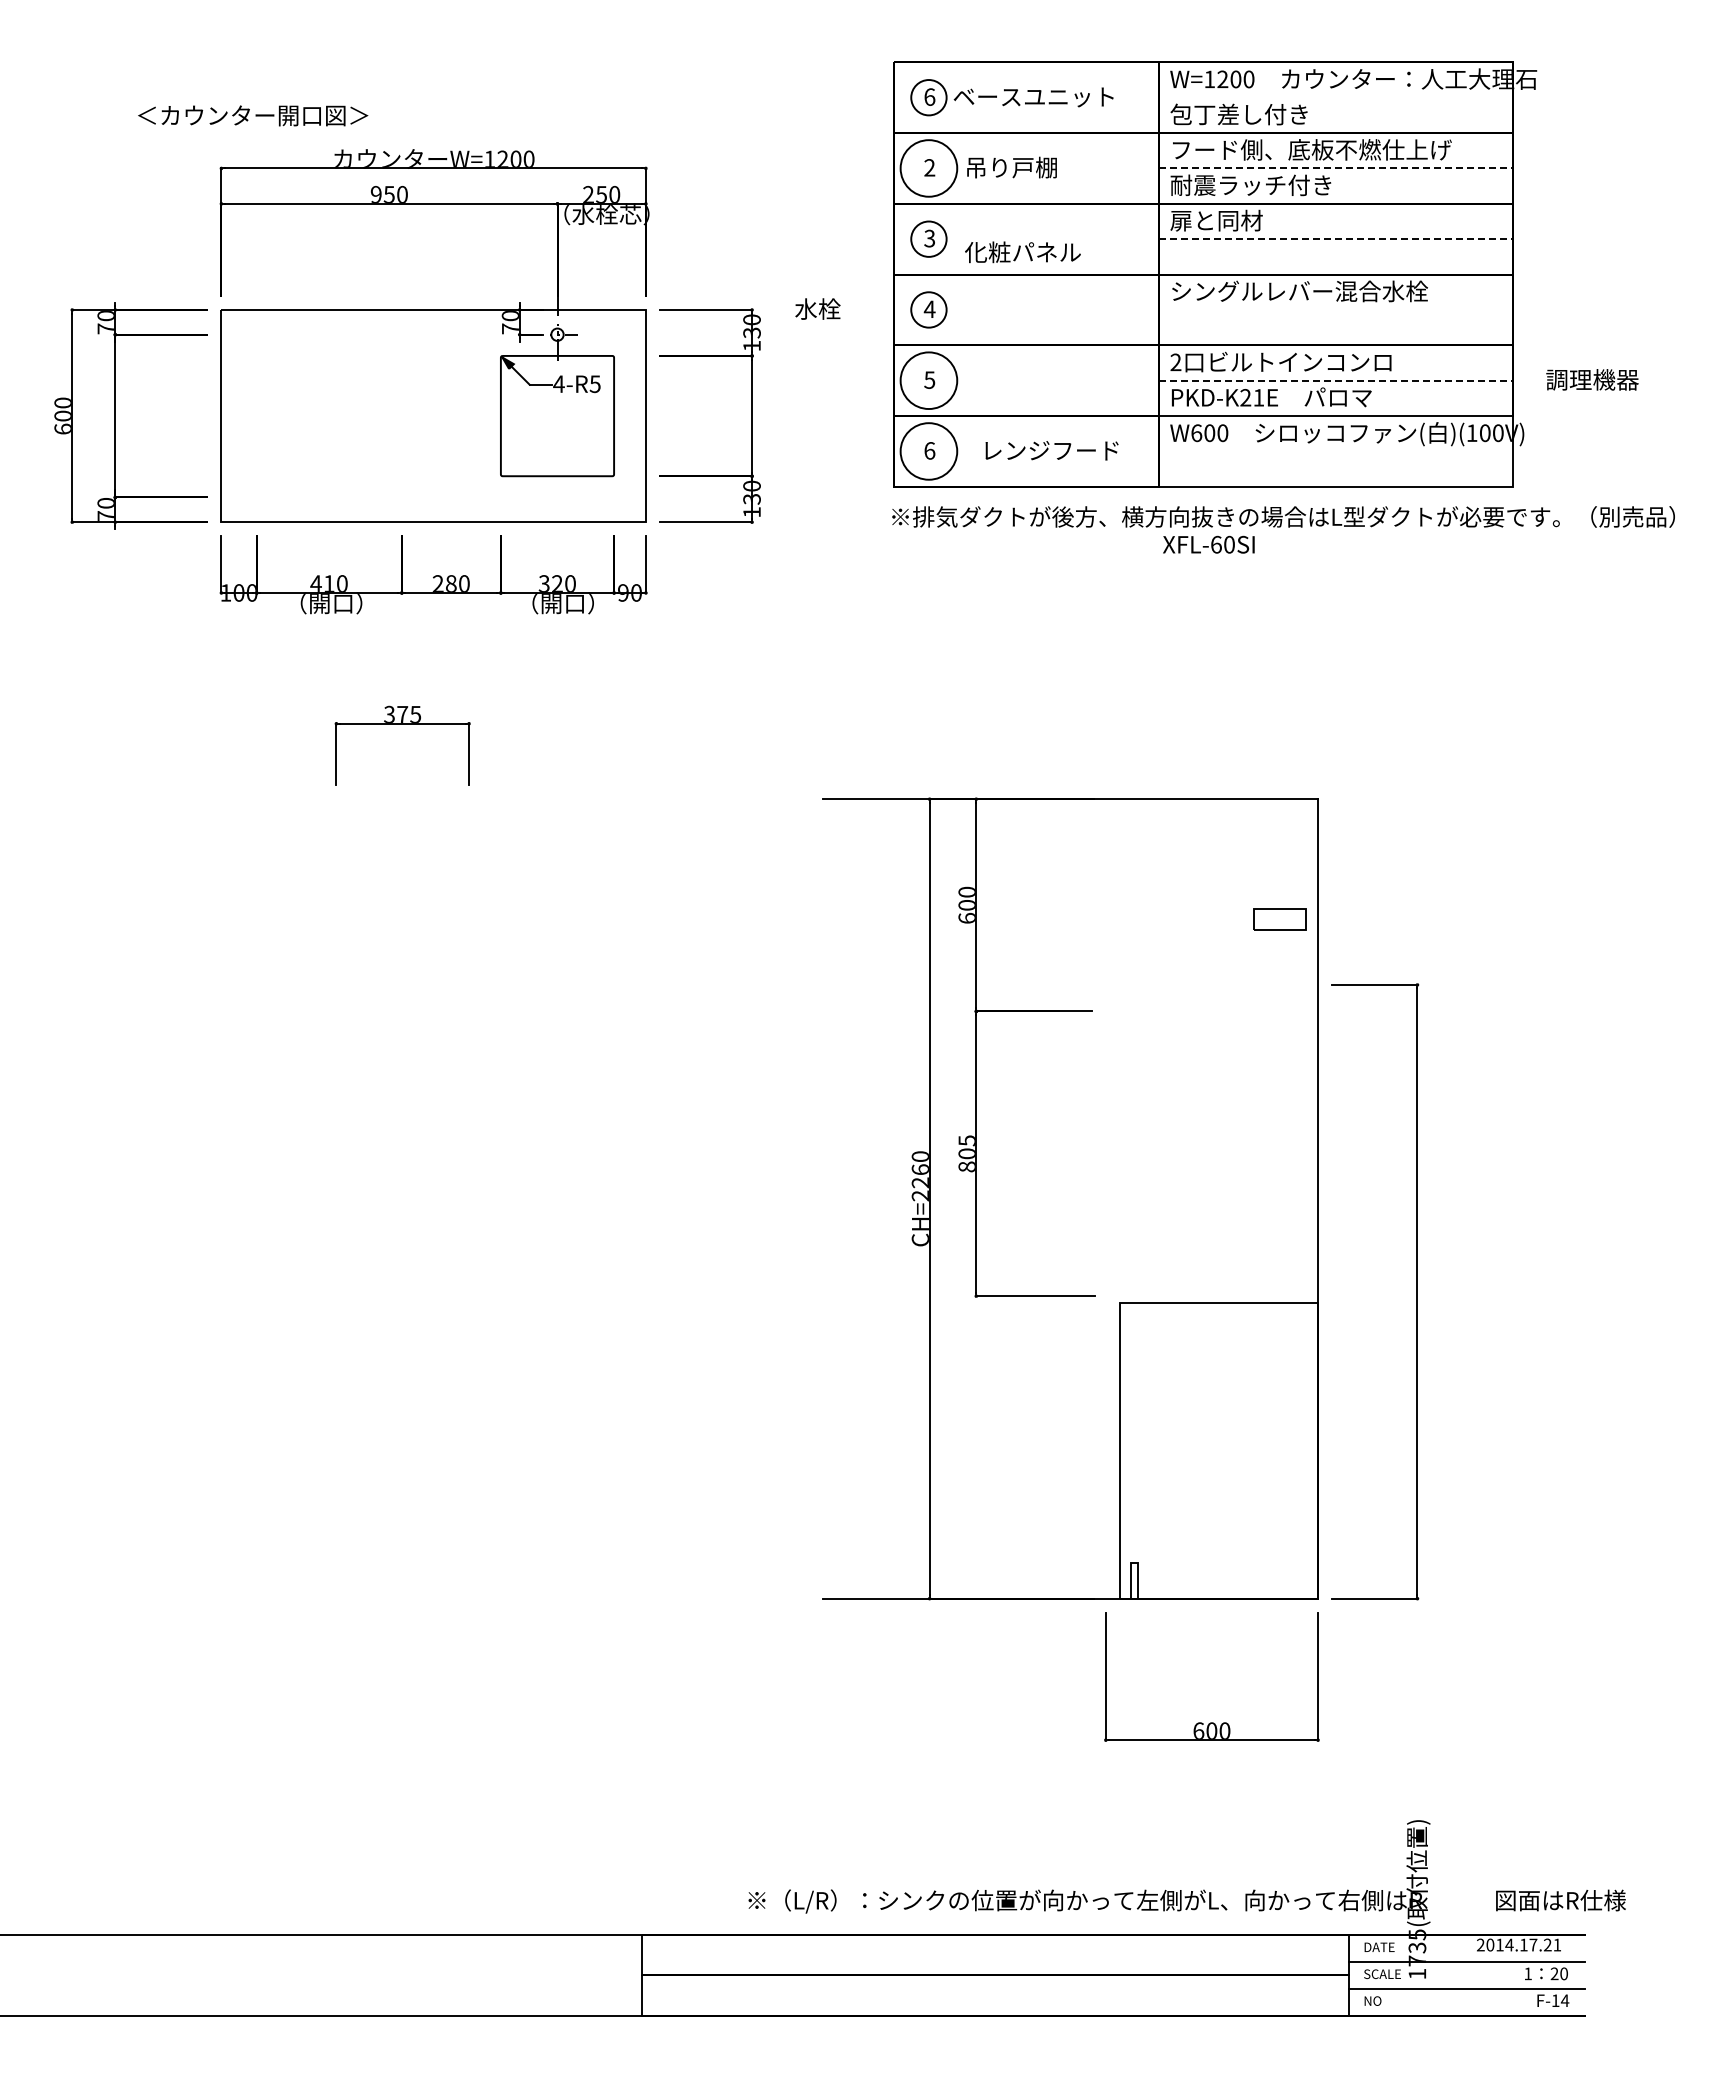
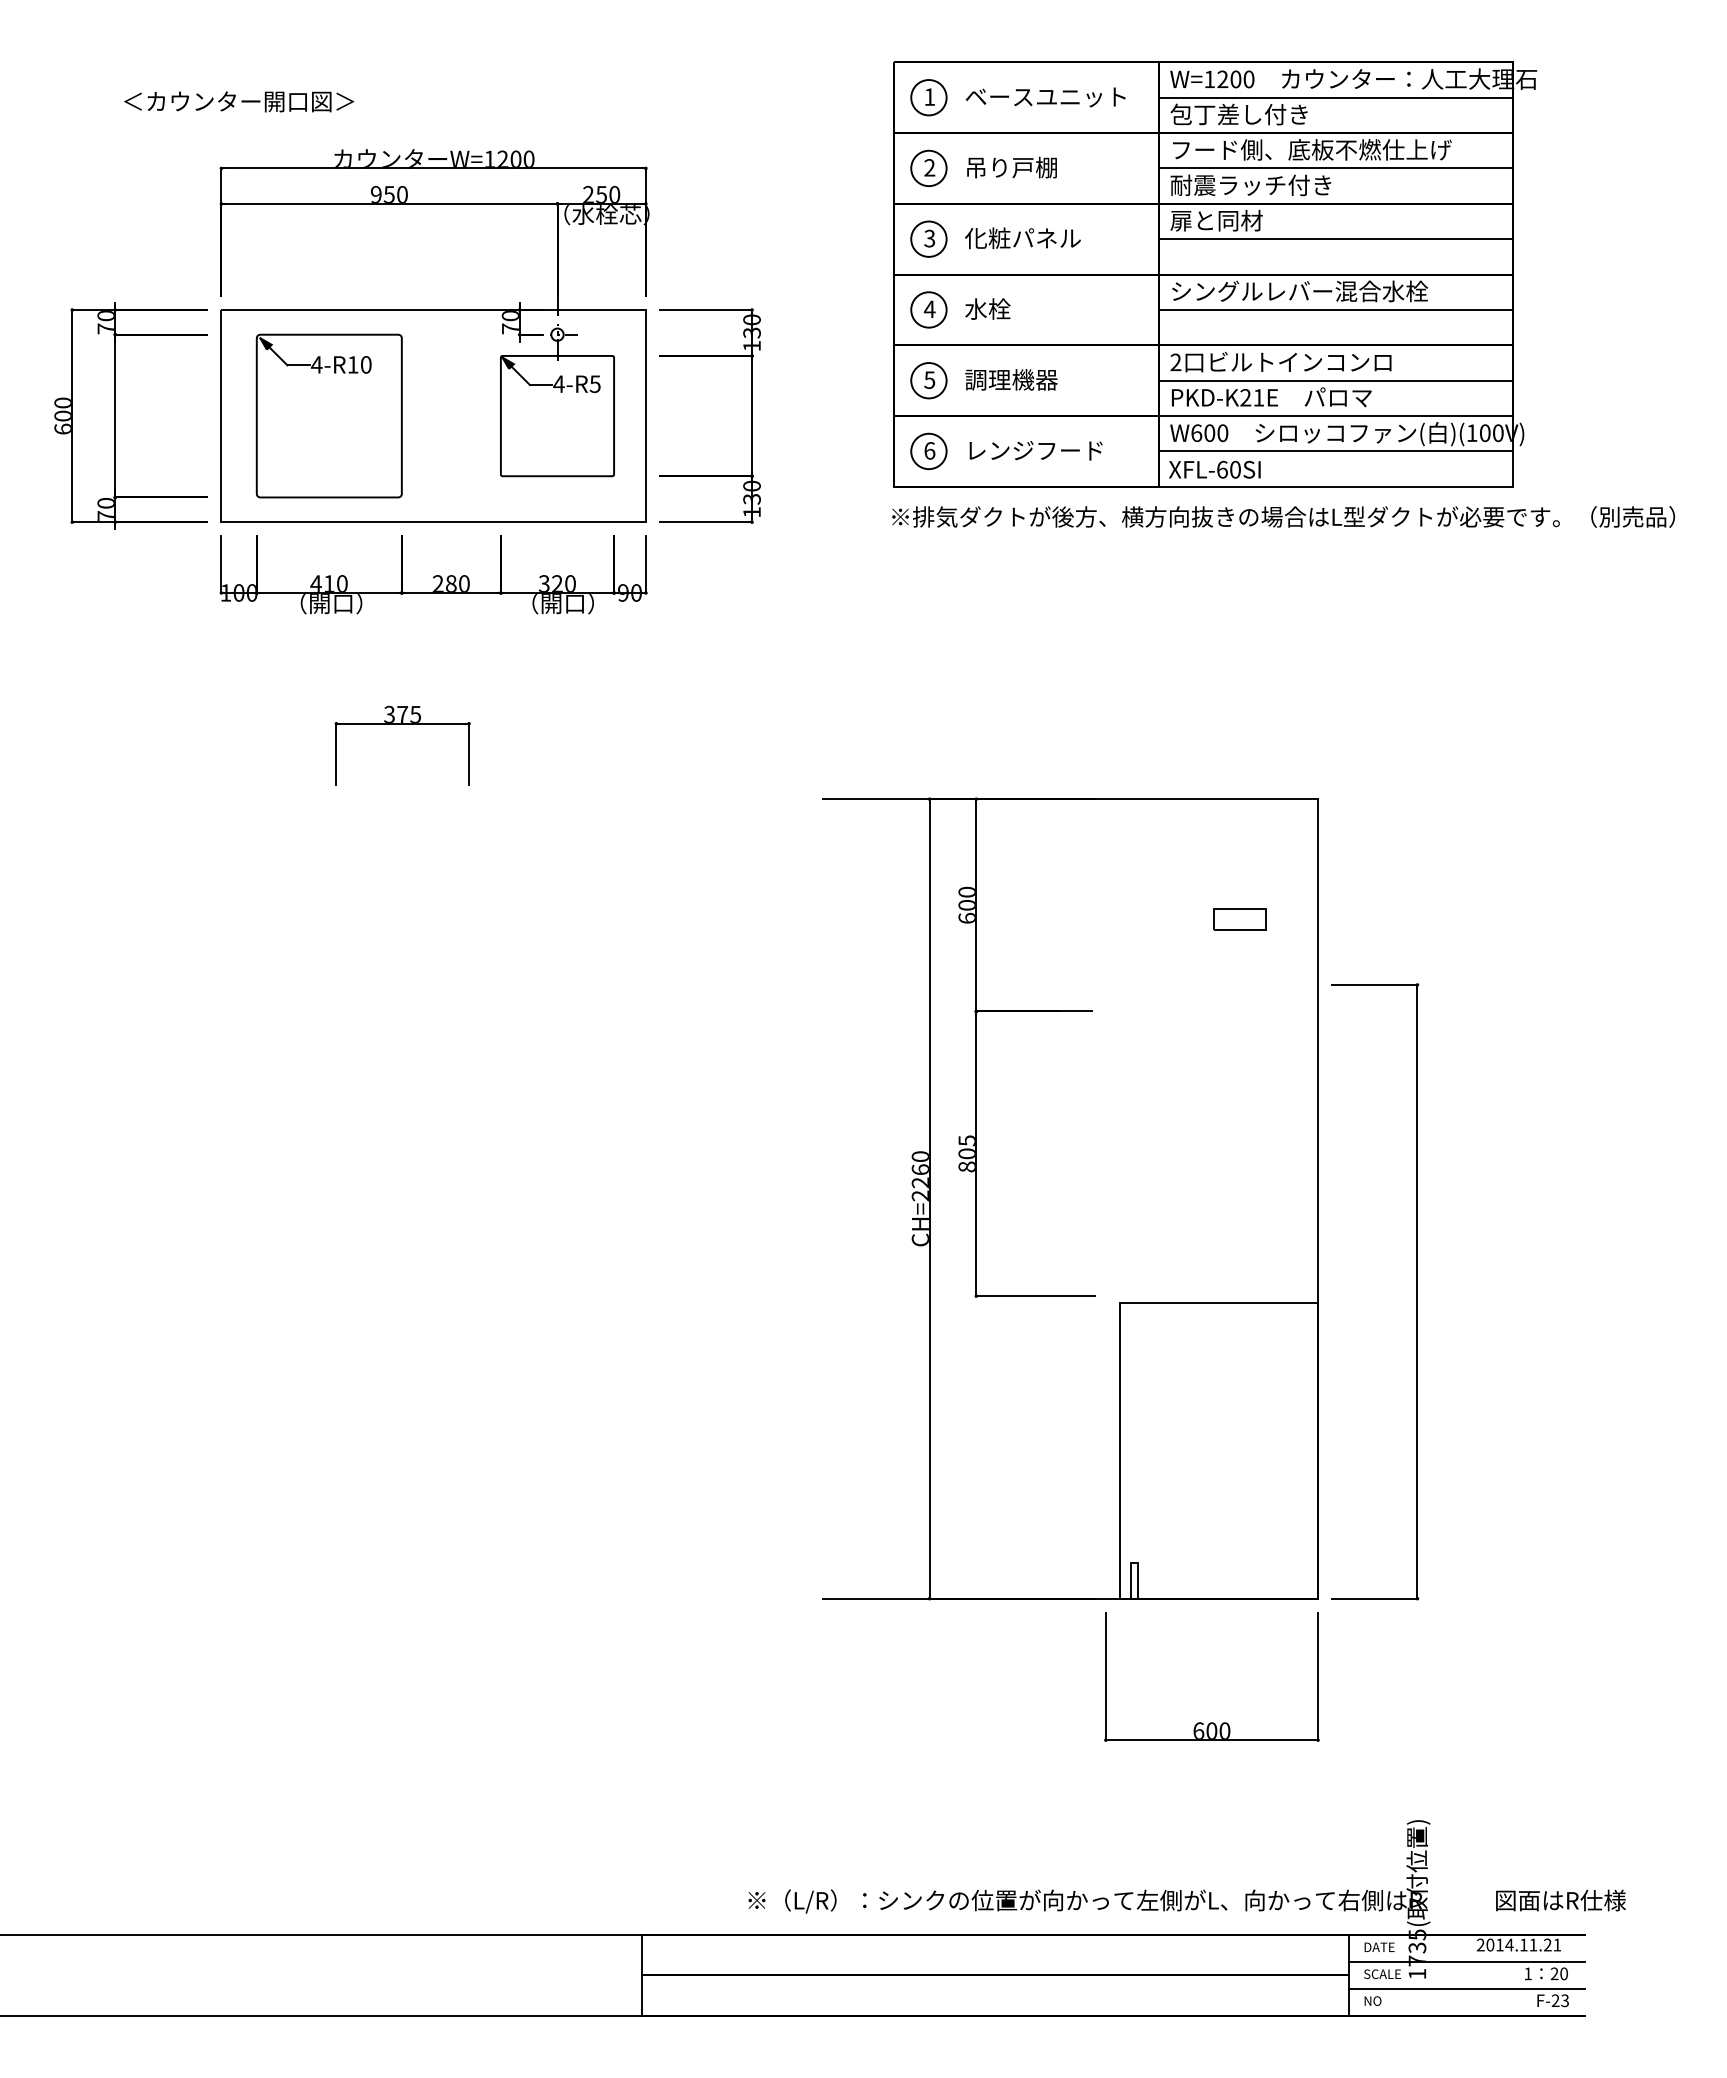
text at (929, 96): 6 -> 1
text at (1033, 97) position: (1033, 97) -> (1045, 97)
line at (1335, 97): none -> present
text at (253, 115) position: (253, 115) -> (239, 101)
circle at (928, 168) diameter: 57 px -> 35 px
line at (1335, 168): dashed -> solid
line at (1335, 239): dashed -> solid
text at (1022, 252) position: (1022, 252) -> (1022, 238)
text at (817, 308) position: (817, 308) -> (987, 308)
line at (1335, 309): none -> present
text at (1592, 379) position: (1592, 379) -> (1011, 379)
circle at (928, 380) diameter: 57 px -> 35 px
line at (1335, 380): dashed -> solid
part at (328, 415): none -> present
text at (1051, 450) position: (1051, 450) -> (1035, 450)
circle at (928, 451) diameter: 57 px -> 35 px
line at (1335, 451): none -> present
text at (1208, 544) position: (1208, 544) -> (1214, 469)
part at (1279, 919) position: (1279, 919) -> (1239, 919)
text at (1533, 1944): 2014.17.21 -> 2014.11.21
text at (1560, 2000): F-14 -> F-23
